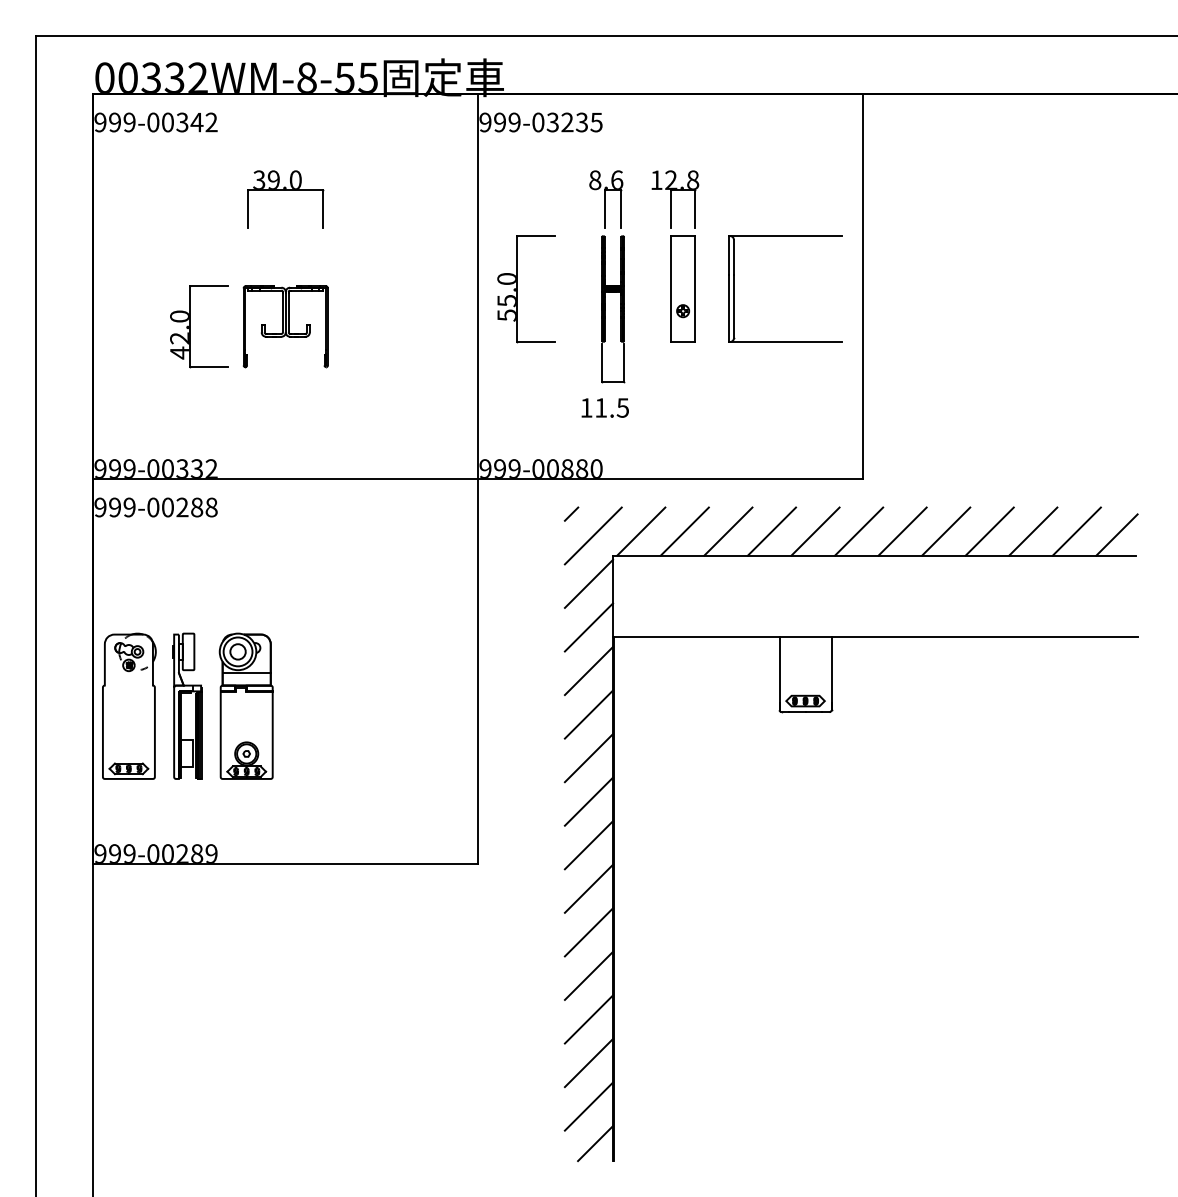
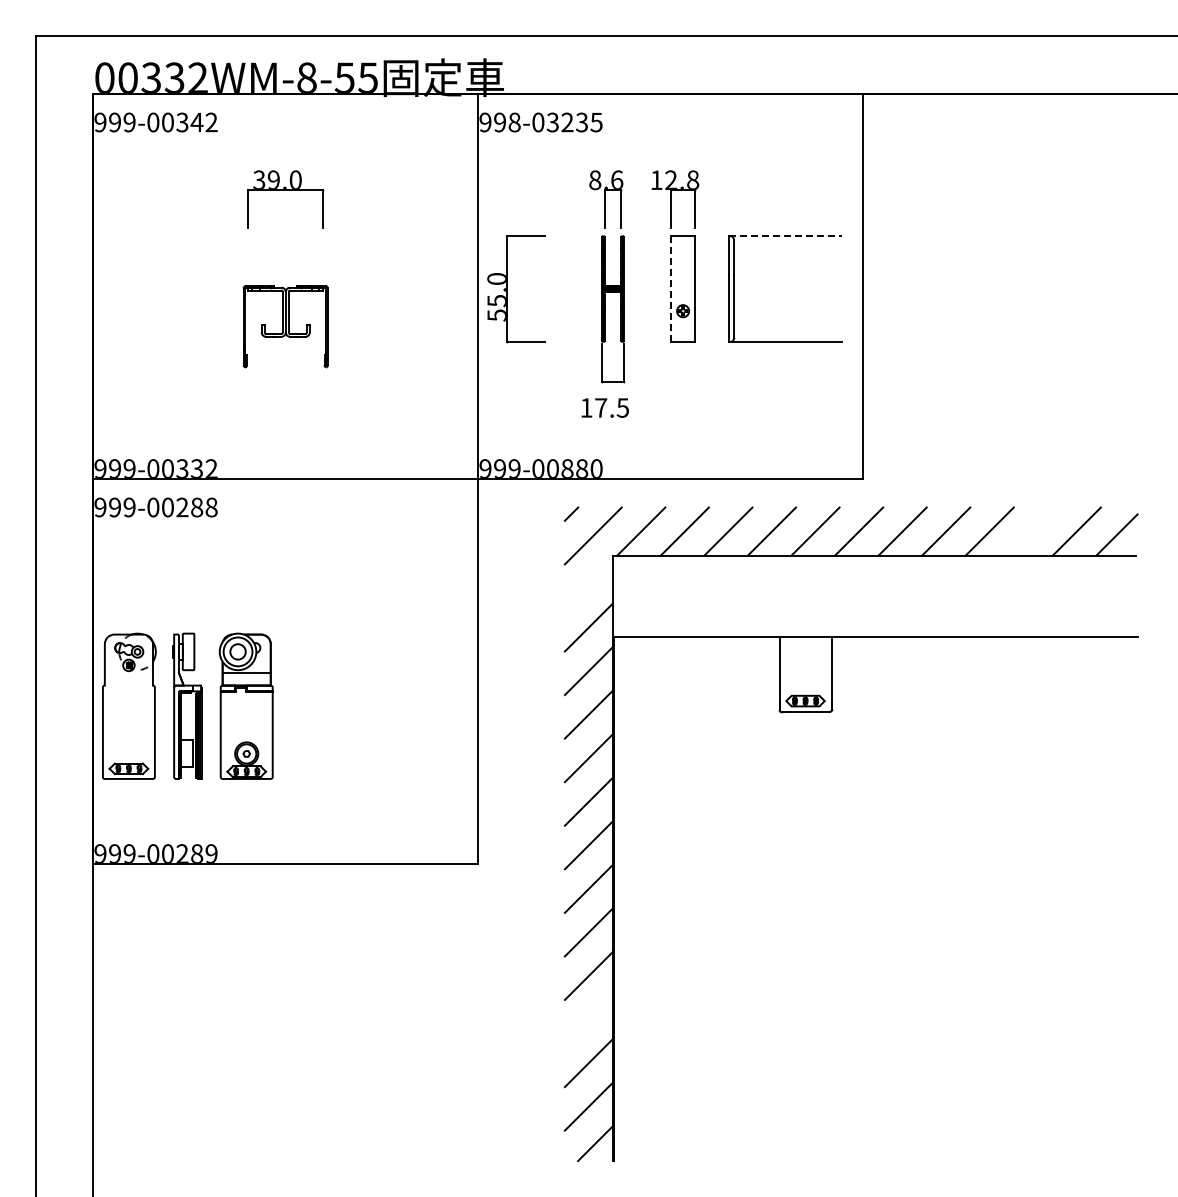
text at (514, 122): 999-03235 -> 998-03235
line at (785, 236): solid -> dashed
part at (517, 289) position: (517, 289) -> (507, 289)
line at (670, 289): solid -> dashed
part at (190, 326): present -> none
text at (601, 407): 11.5 -> 17.5
line at (1033, 531): present -> none
line at (588, 583): present -> none
line at (588, 1019): present -> none
